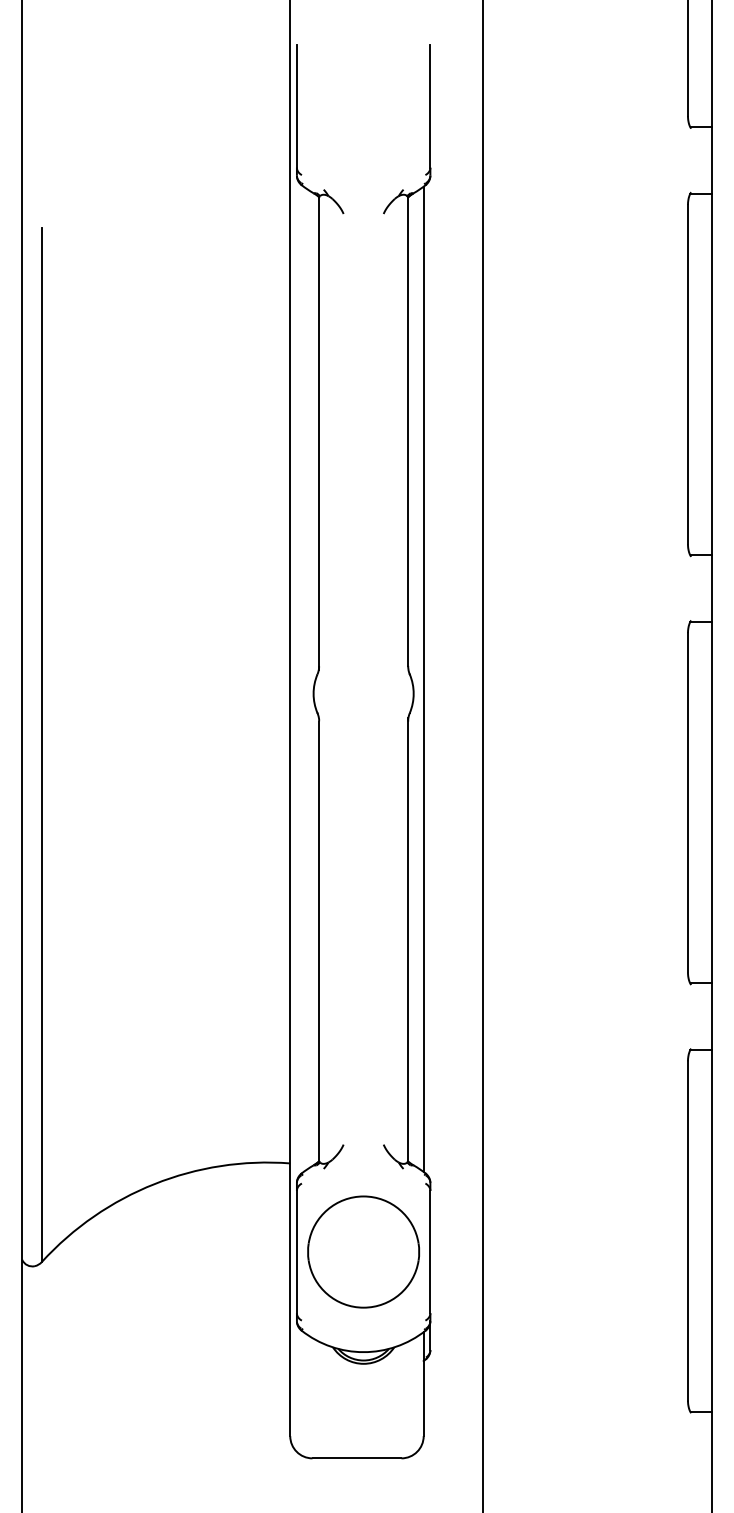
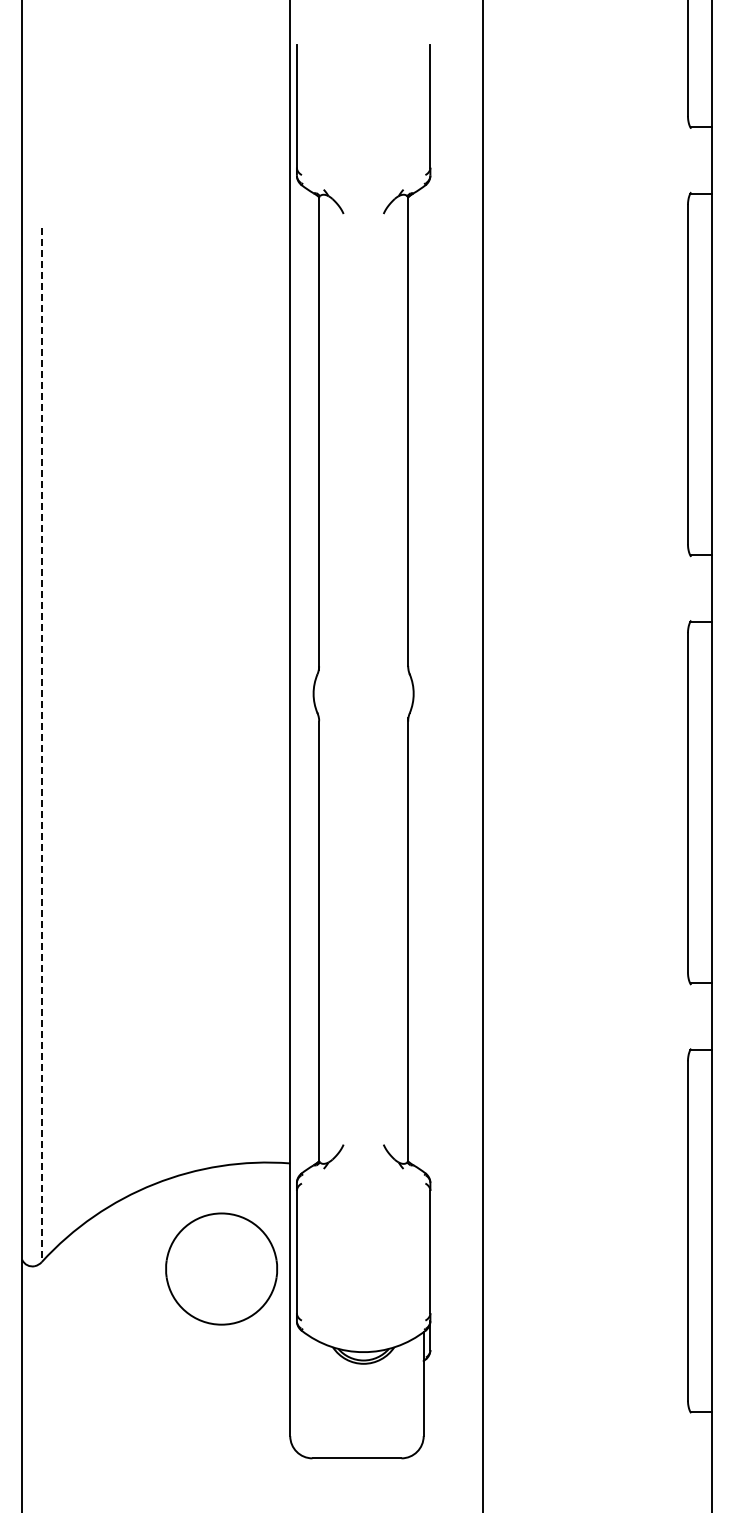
line at (423, 678): present -> none
line at (41, 745): solid -> dashed
part at (363, 1251) position: (363, 1251) -> (221, 1268)
